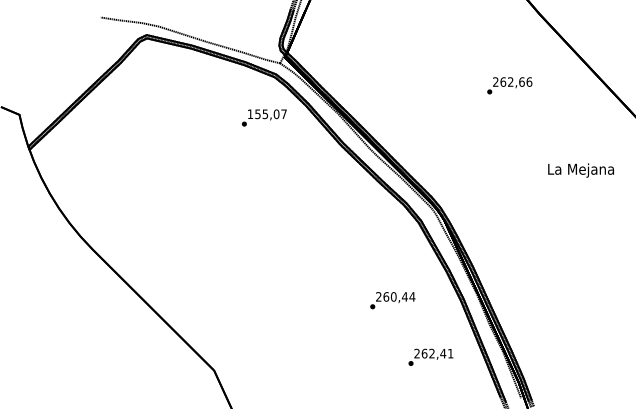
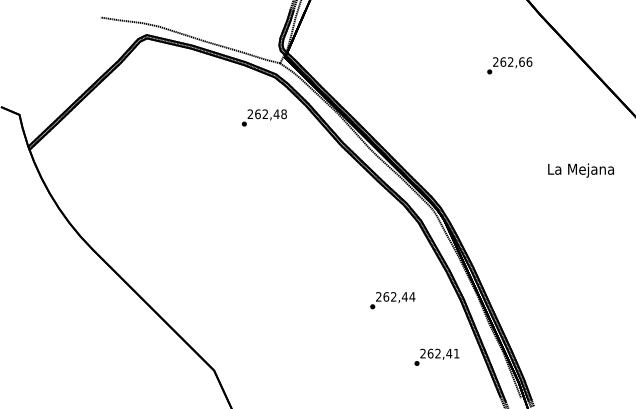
text at (509, 85) position: (509, 85) -> (509, 65)
text at (266, 114): 155,07 -> 262,48
text at (393, 296): 260,44 -> 262,44
text at (430, 356) position: (430, 356) -> (436, 356)
